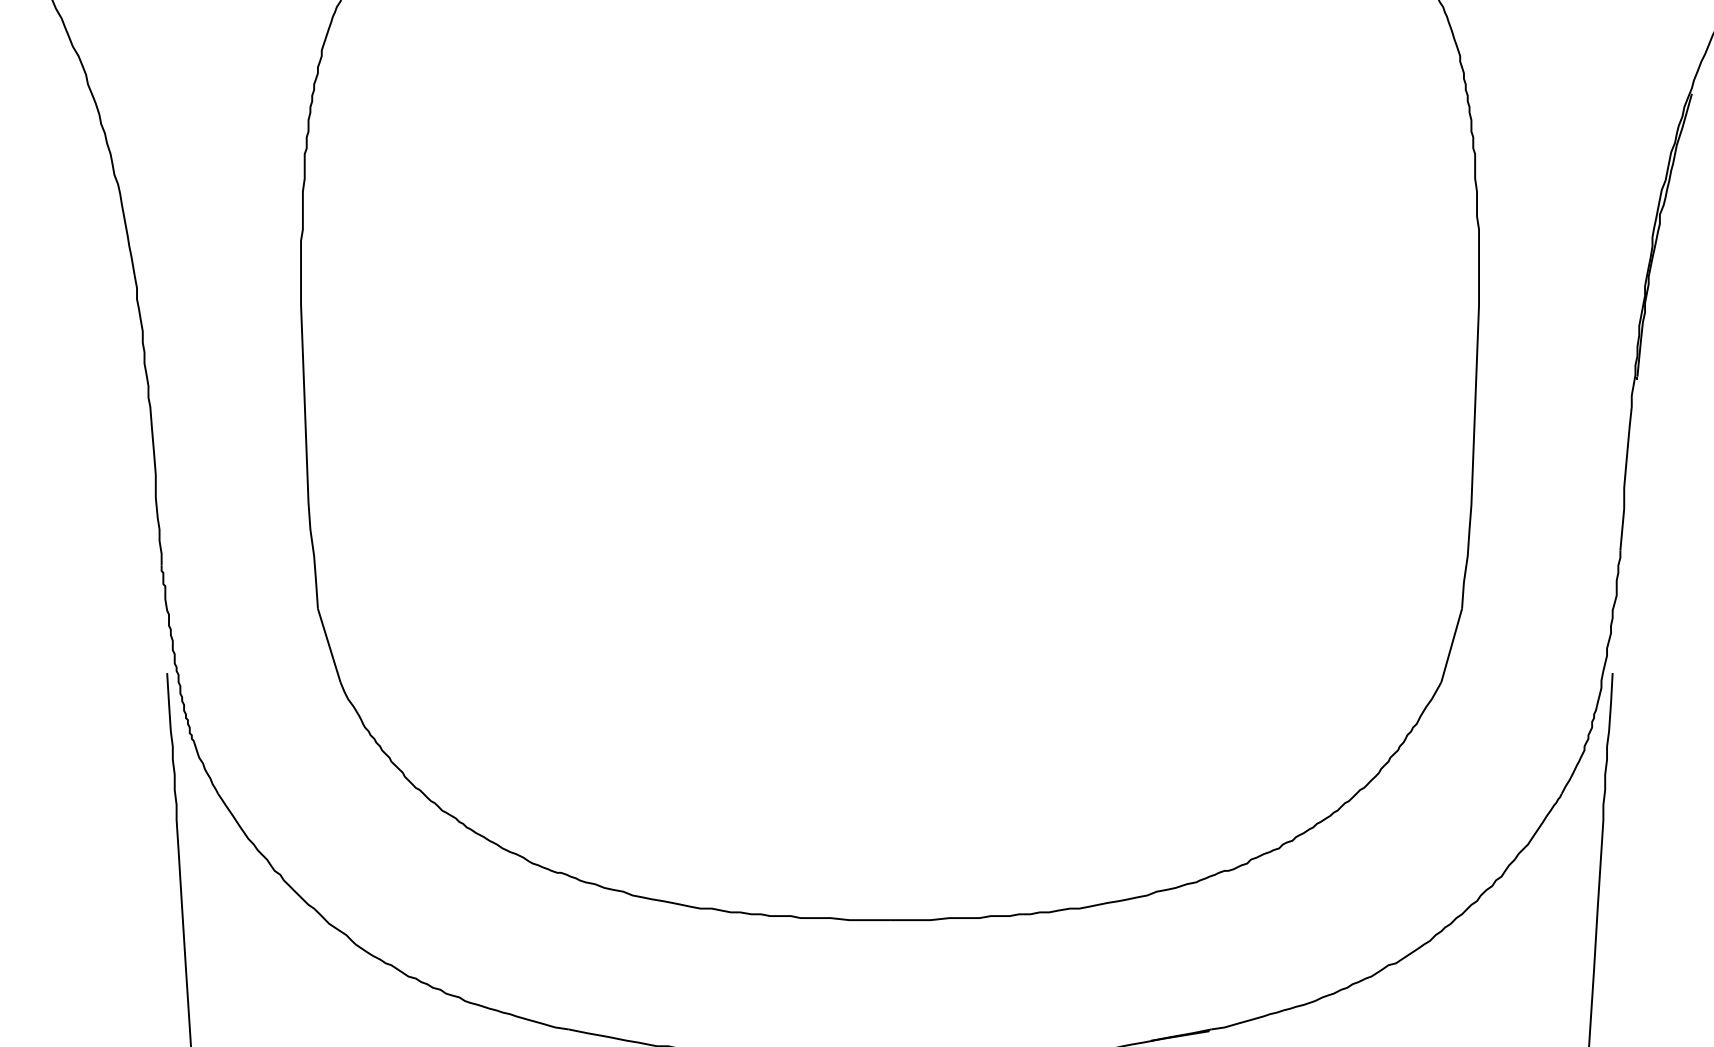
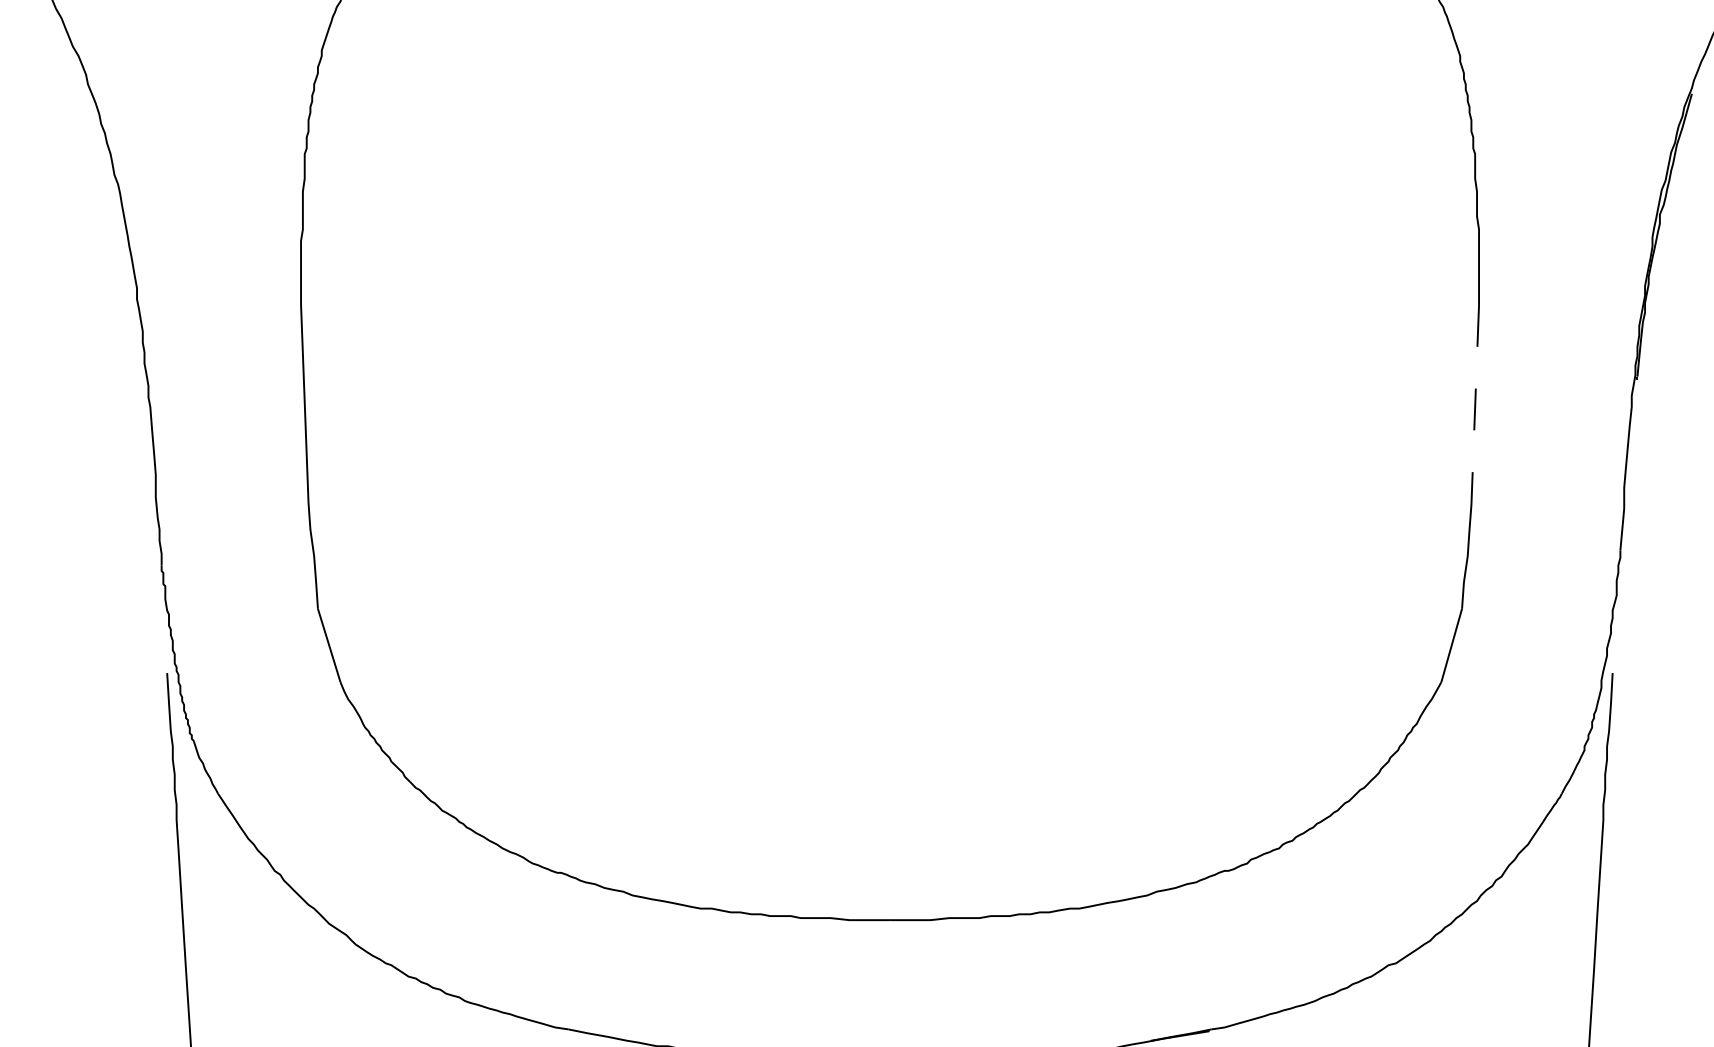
line at (1475, 405): solid -> dashed
